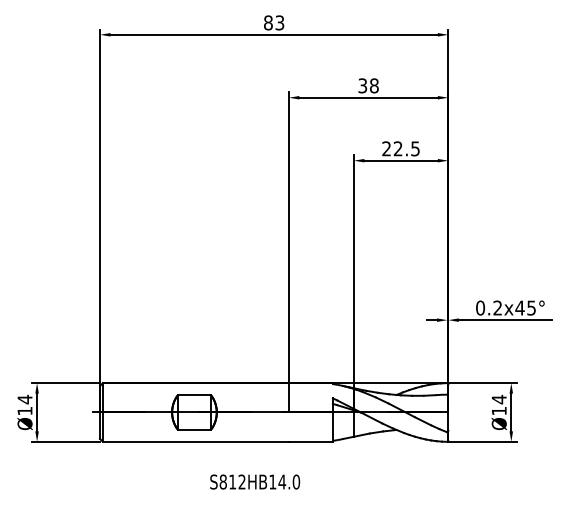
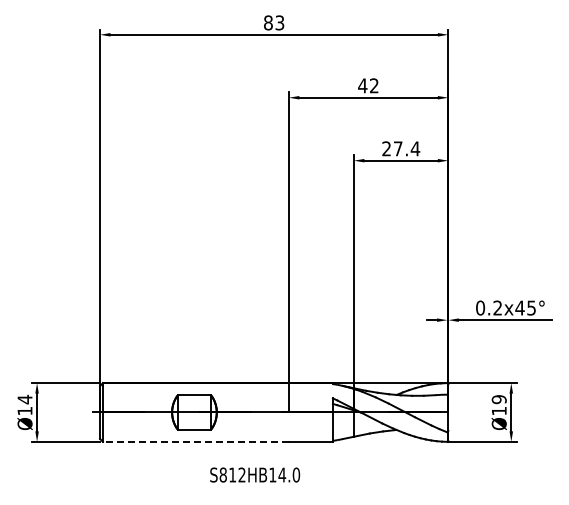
text at (368, 85): 38 -> 42
text at (406, 148): 22.5 -> 27.4
text at (498, 399): Ø14 -> Ø19
line at (195, 441): solid -> dashed
text at (255, 481) position: (255, 481) -> (255, 474)
